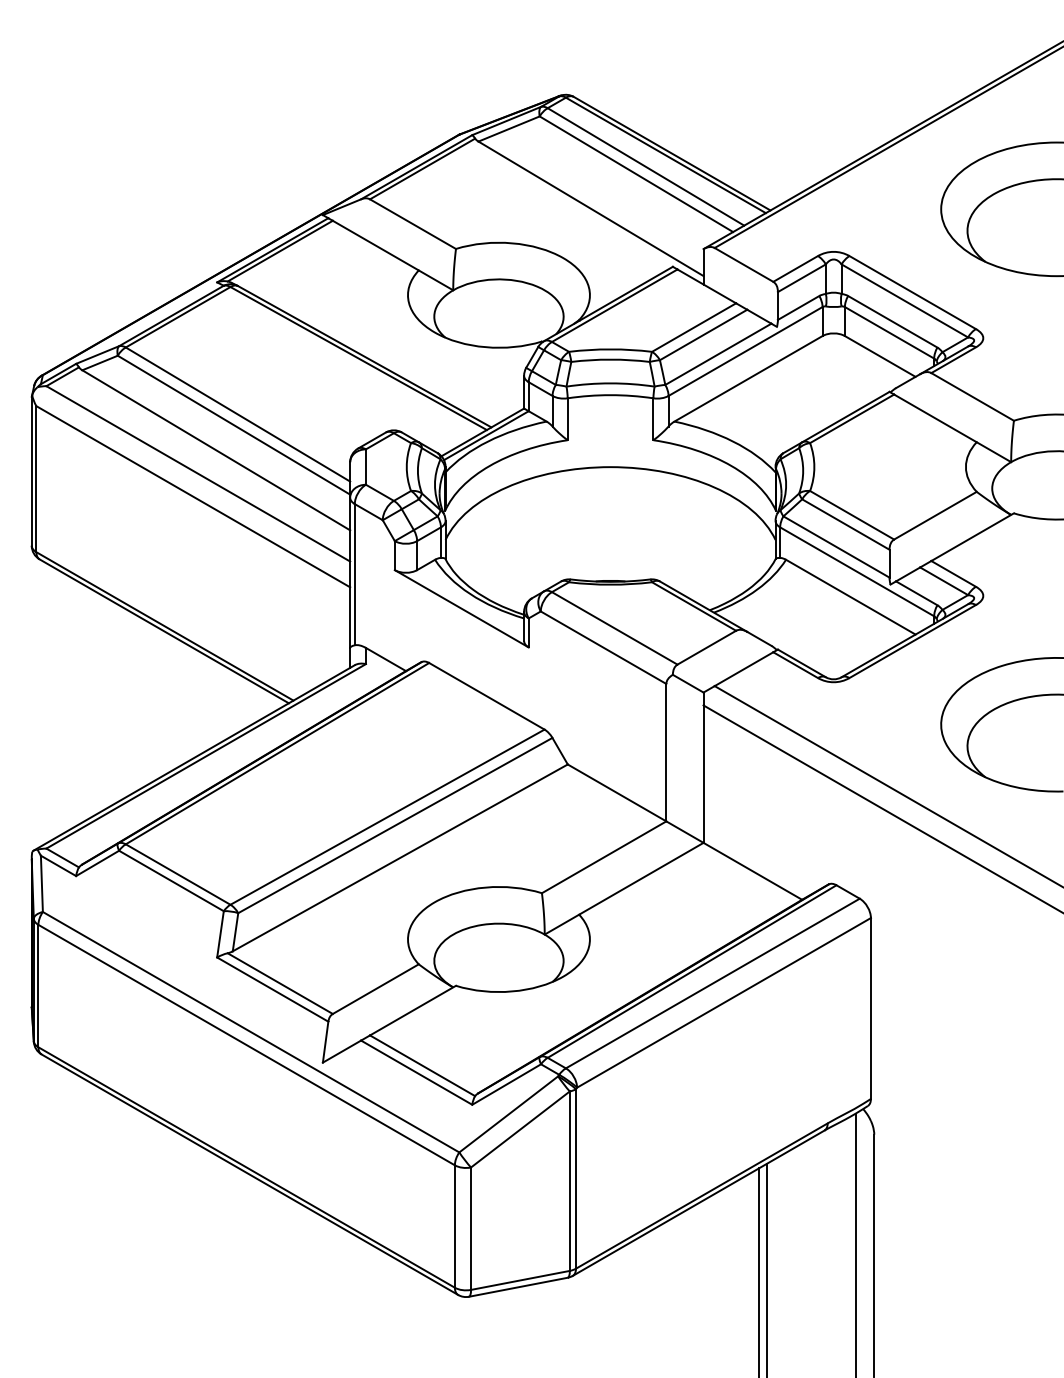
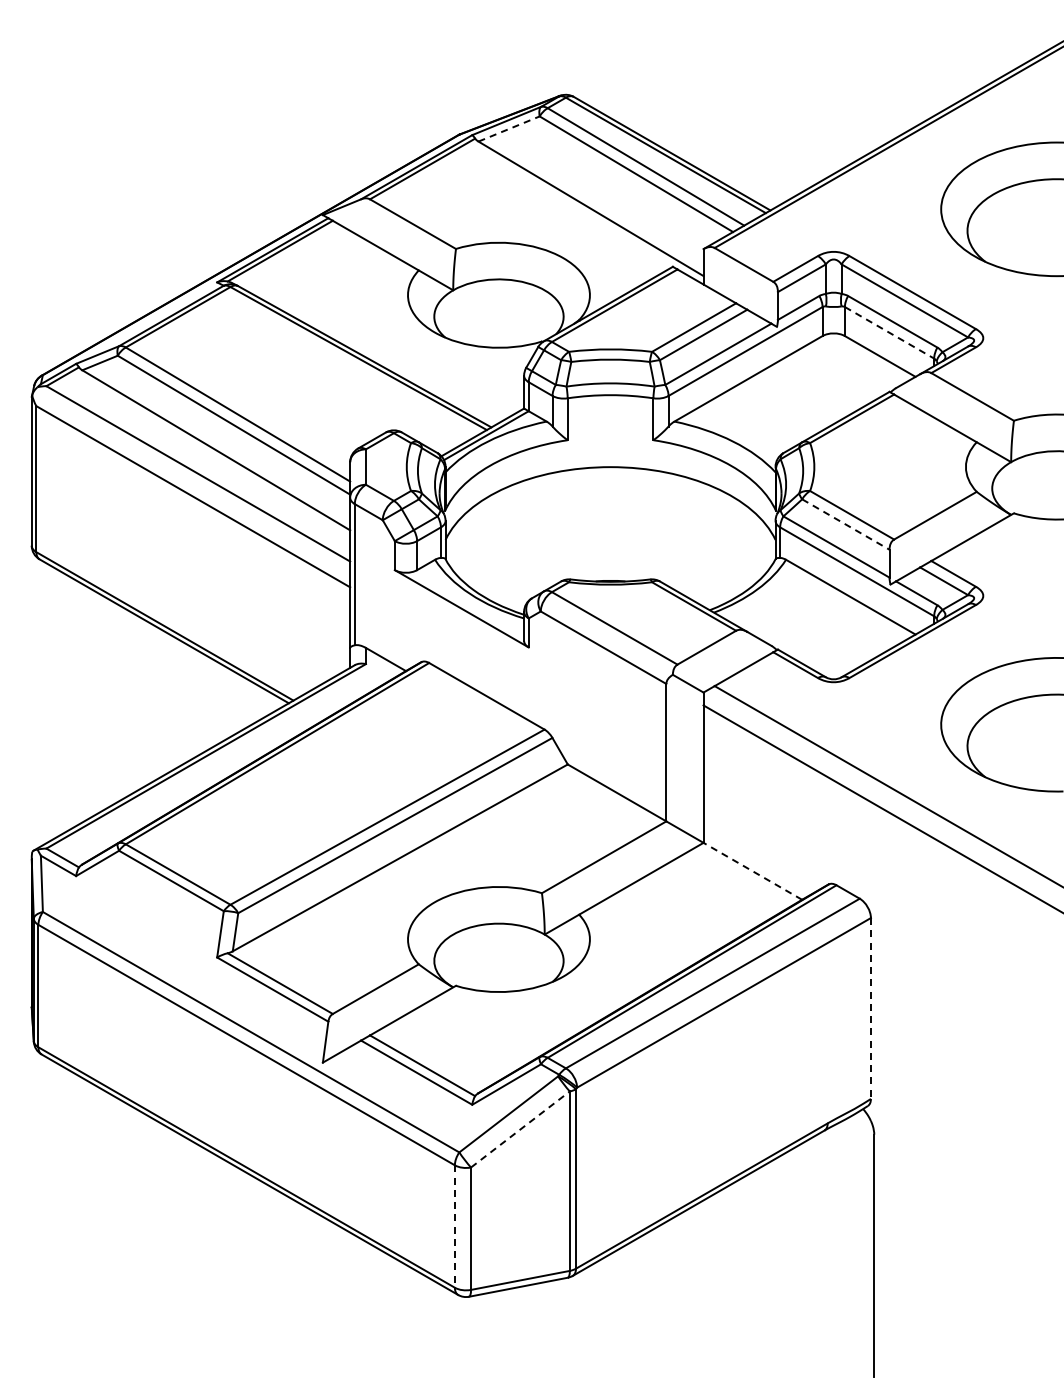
line at (509, 128): solid -> dashed
line at (889, 332): solid -> dashed
line at (846, 524): solid -> dashed
line at (752, 871): solid -> dashed
line at (870, 1008): solid -> dashed
line at (520, 1129): solid -> dashed
line at (454, 1227): solid -> dashed
line at (855, 1243): present -> none
line at (767, 1268): present -> none
line at (759, 1271): present -> none
